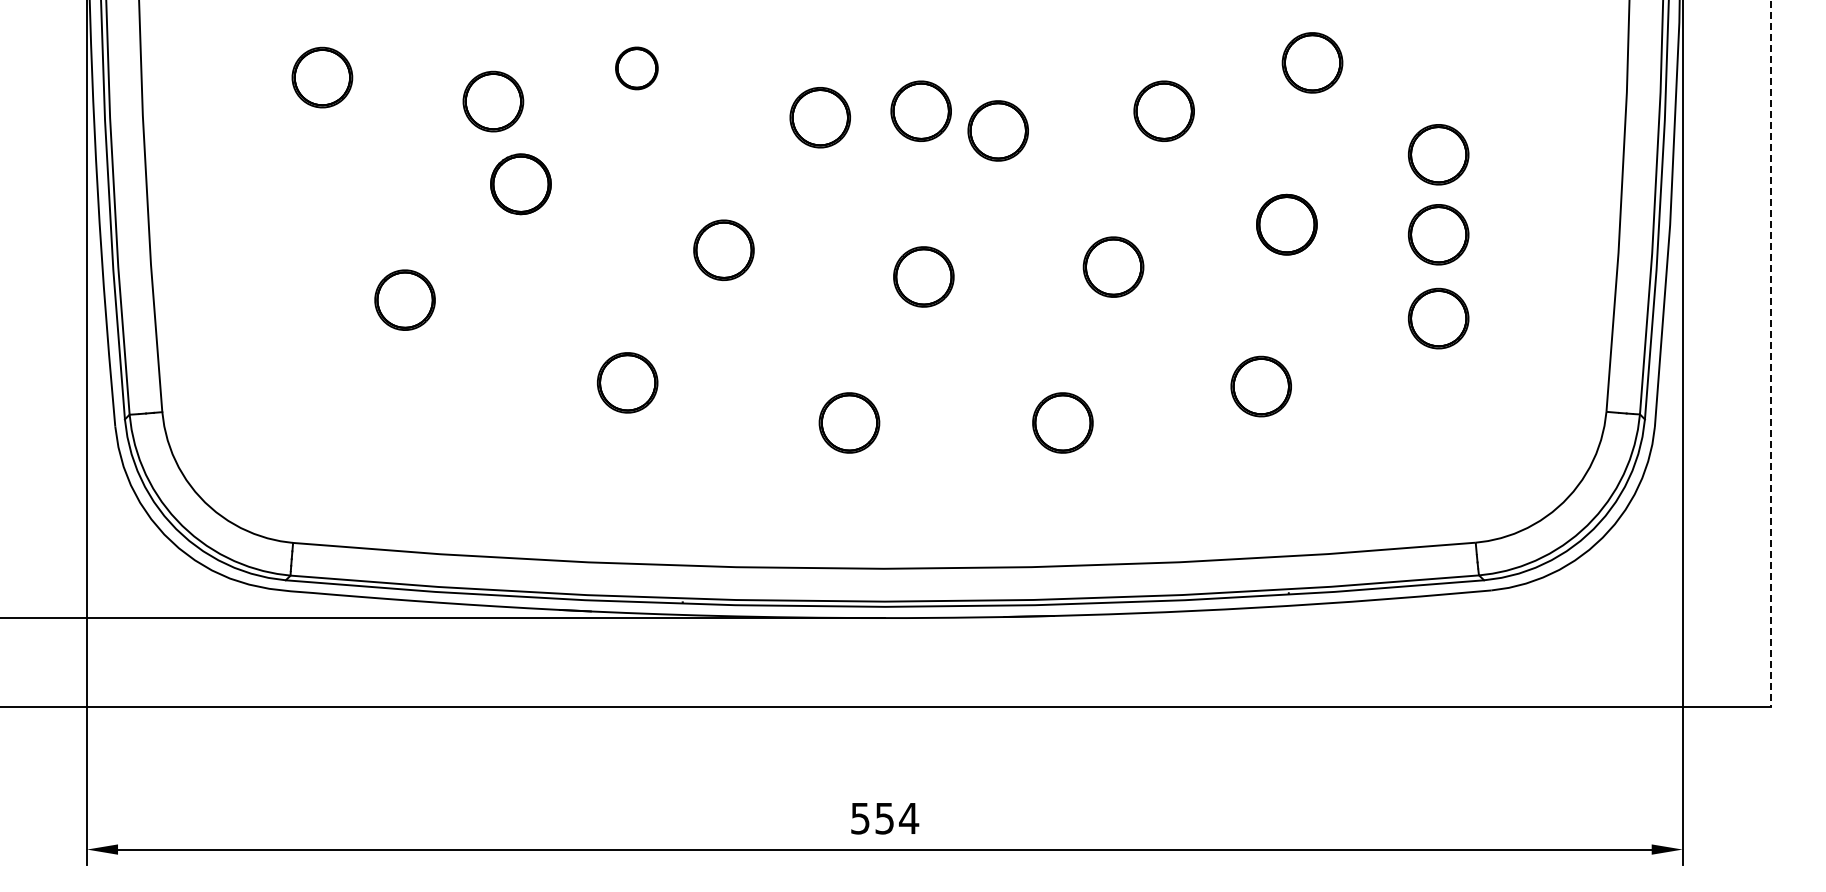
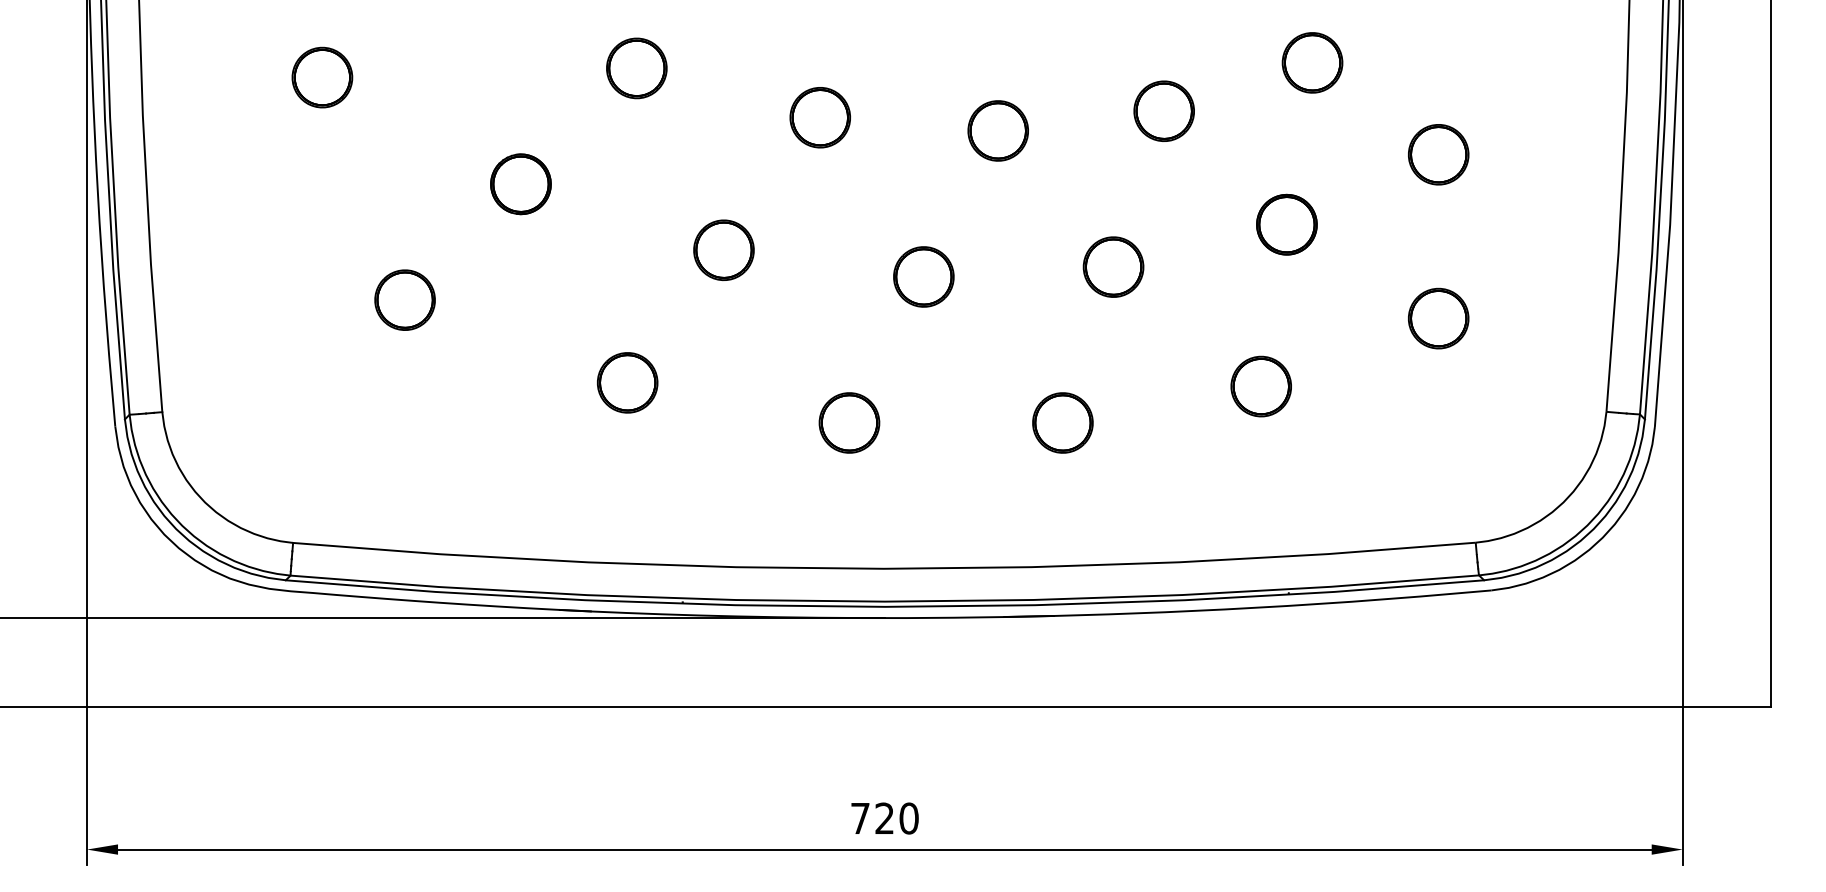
part at (636, 68) size: 44x45 px -> 62x63 px
part at (493, 101): present -> none
part at (920, 110): present -> none
part at (1438, 234): present -> none
line at (1771, 353): dashed -> solid
text at (885, 818): 554 -> 720
